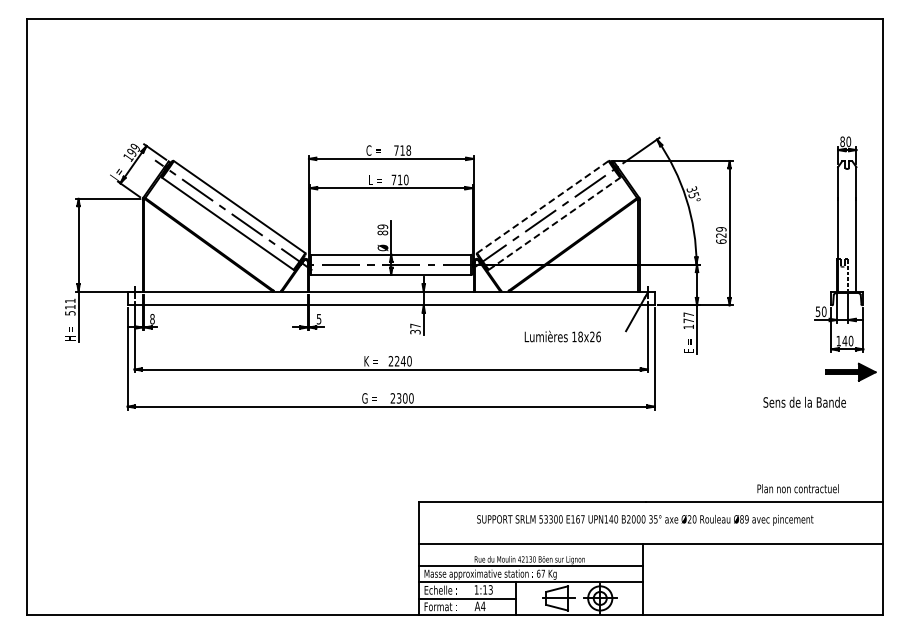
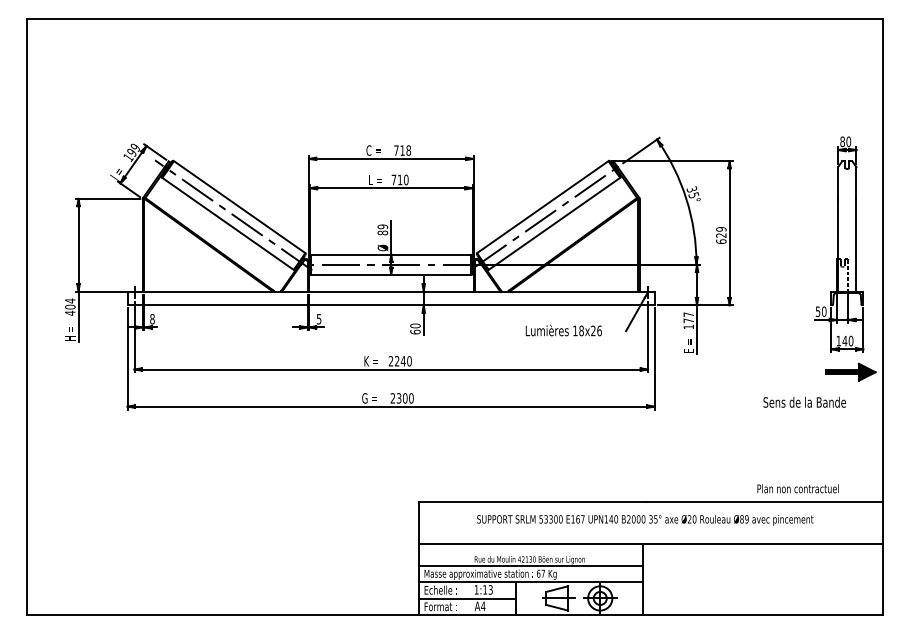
line at (542, 207): dashed -> solid
line at (555, 223): dashed -> solid
text at (70, 306): 511 -> 404
text at (415, 328): 37 -> 60
text at (562, 336) position: (562, 336) -> (563, 330)
